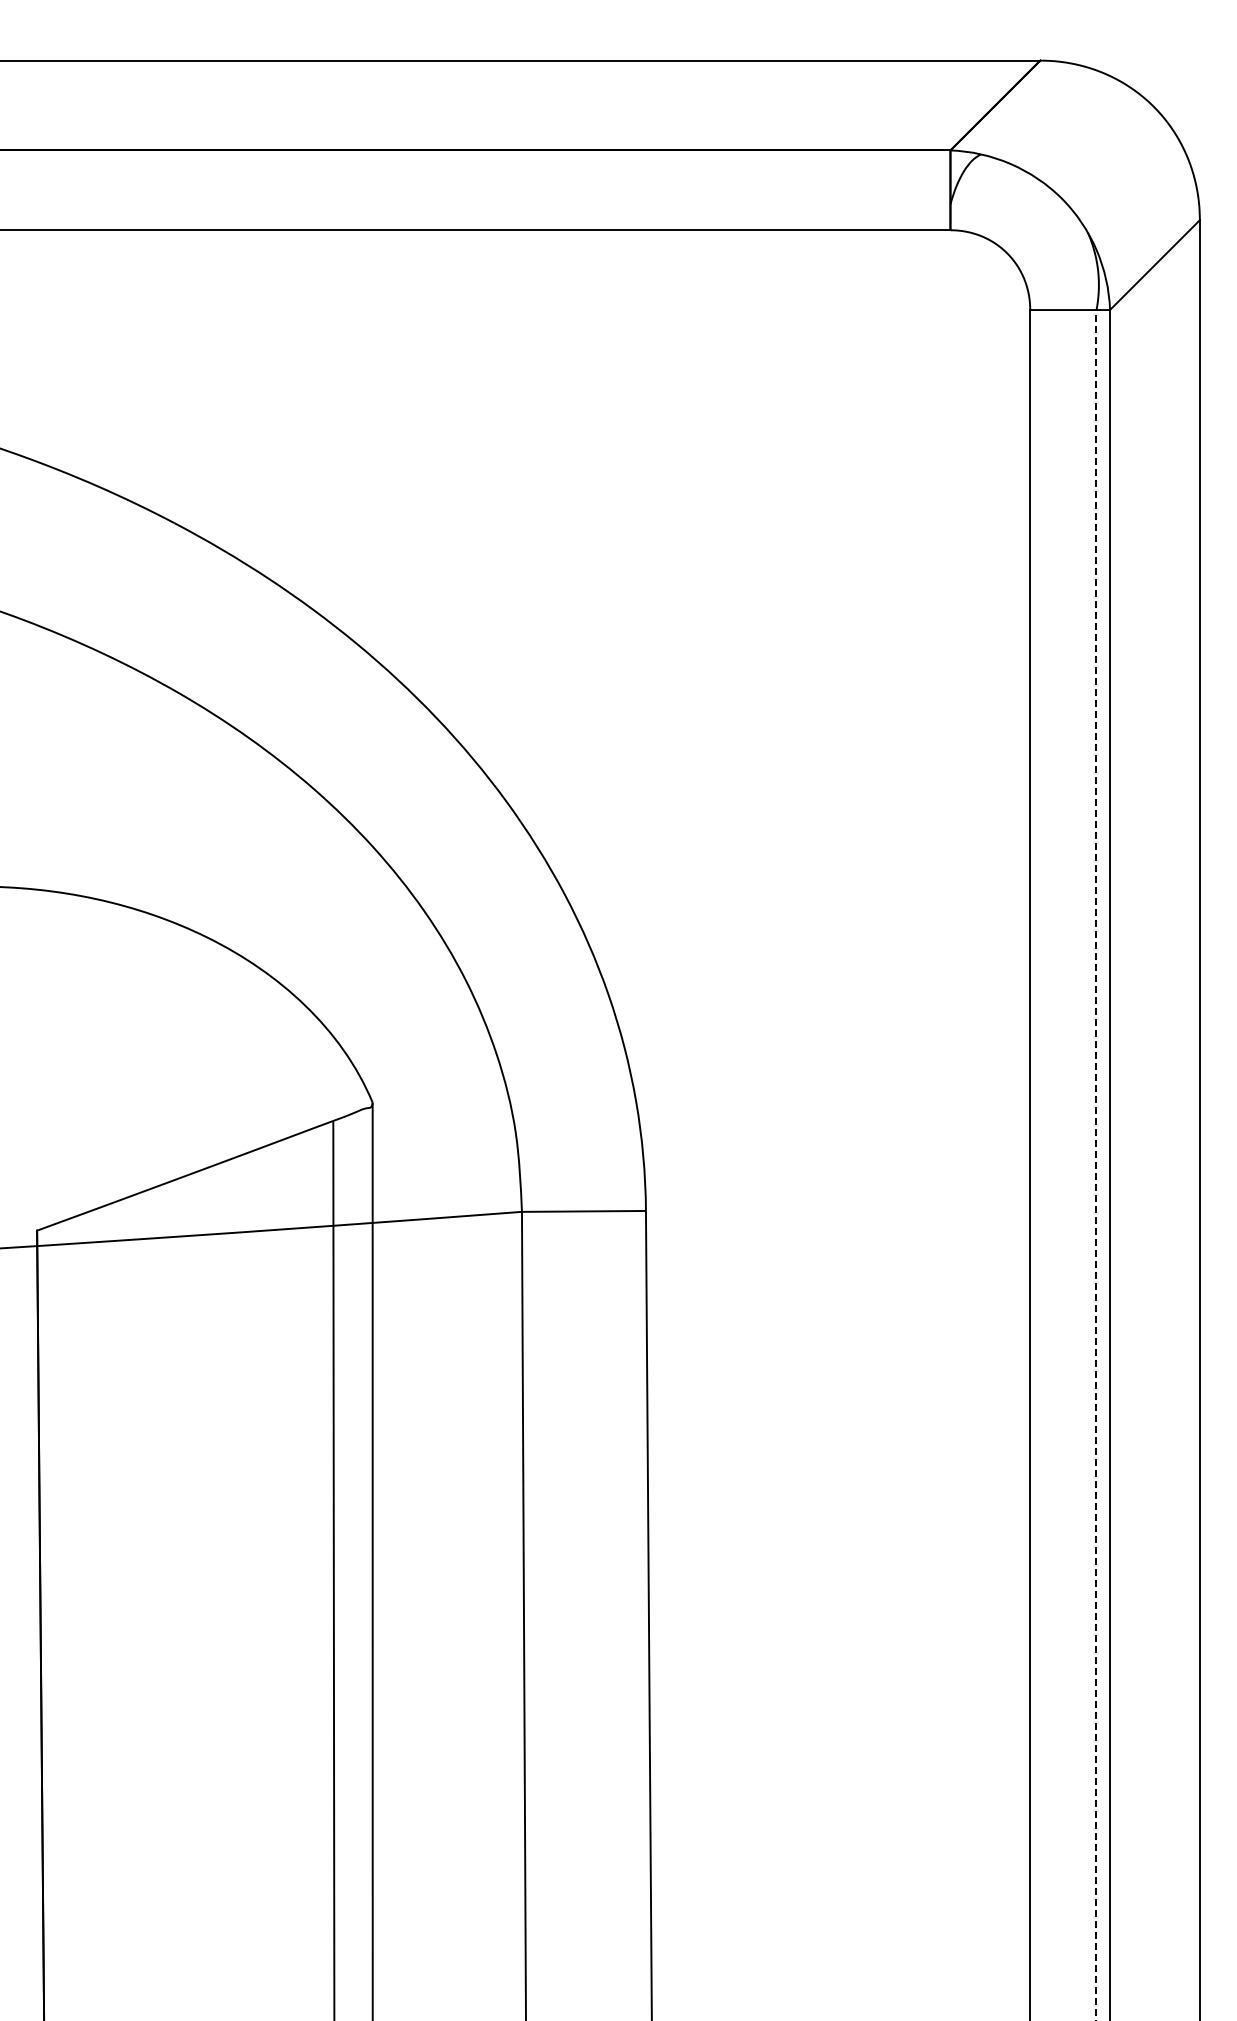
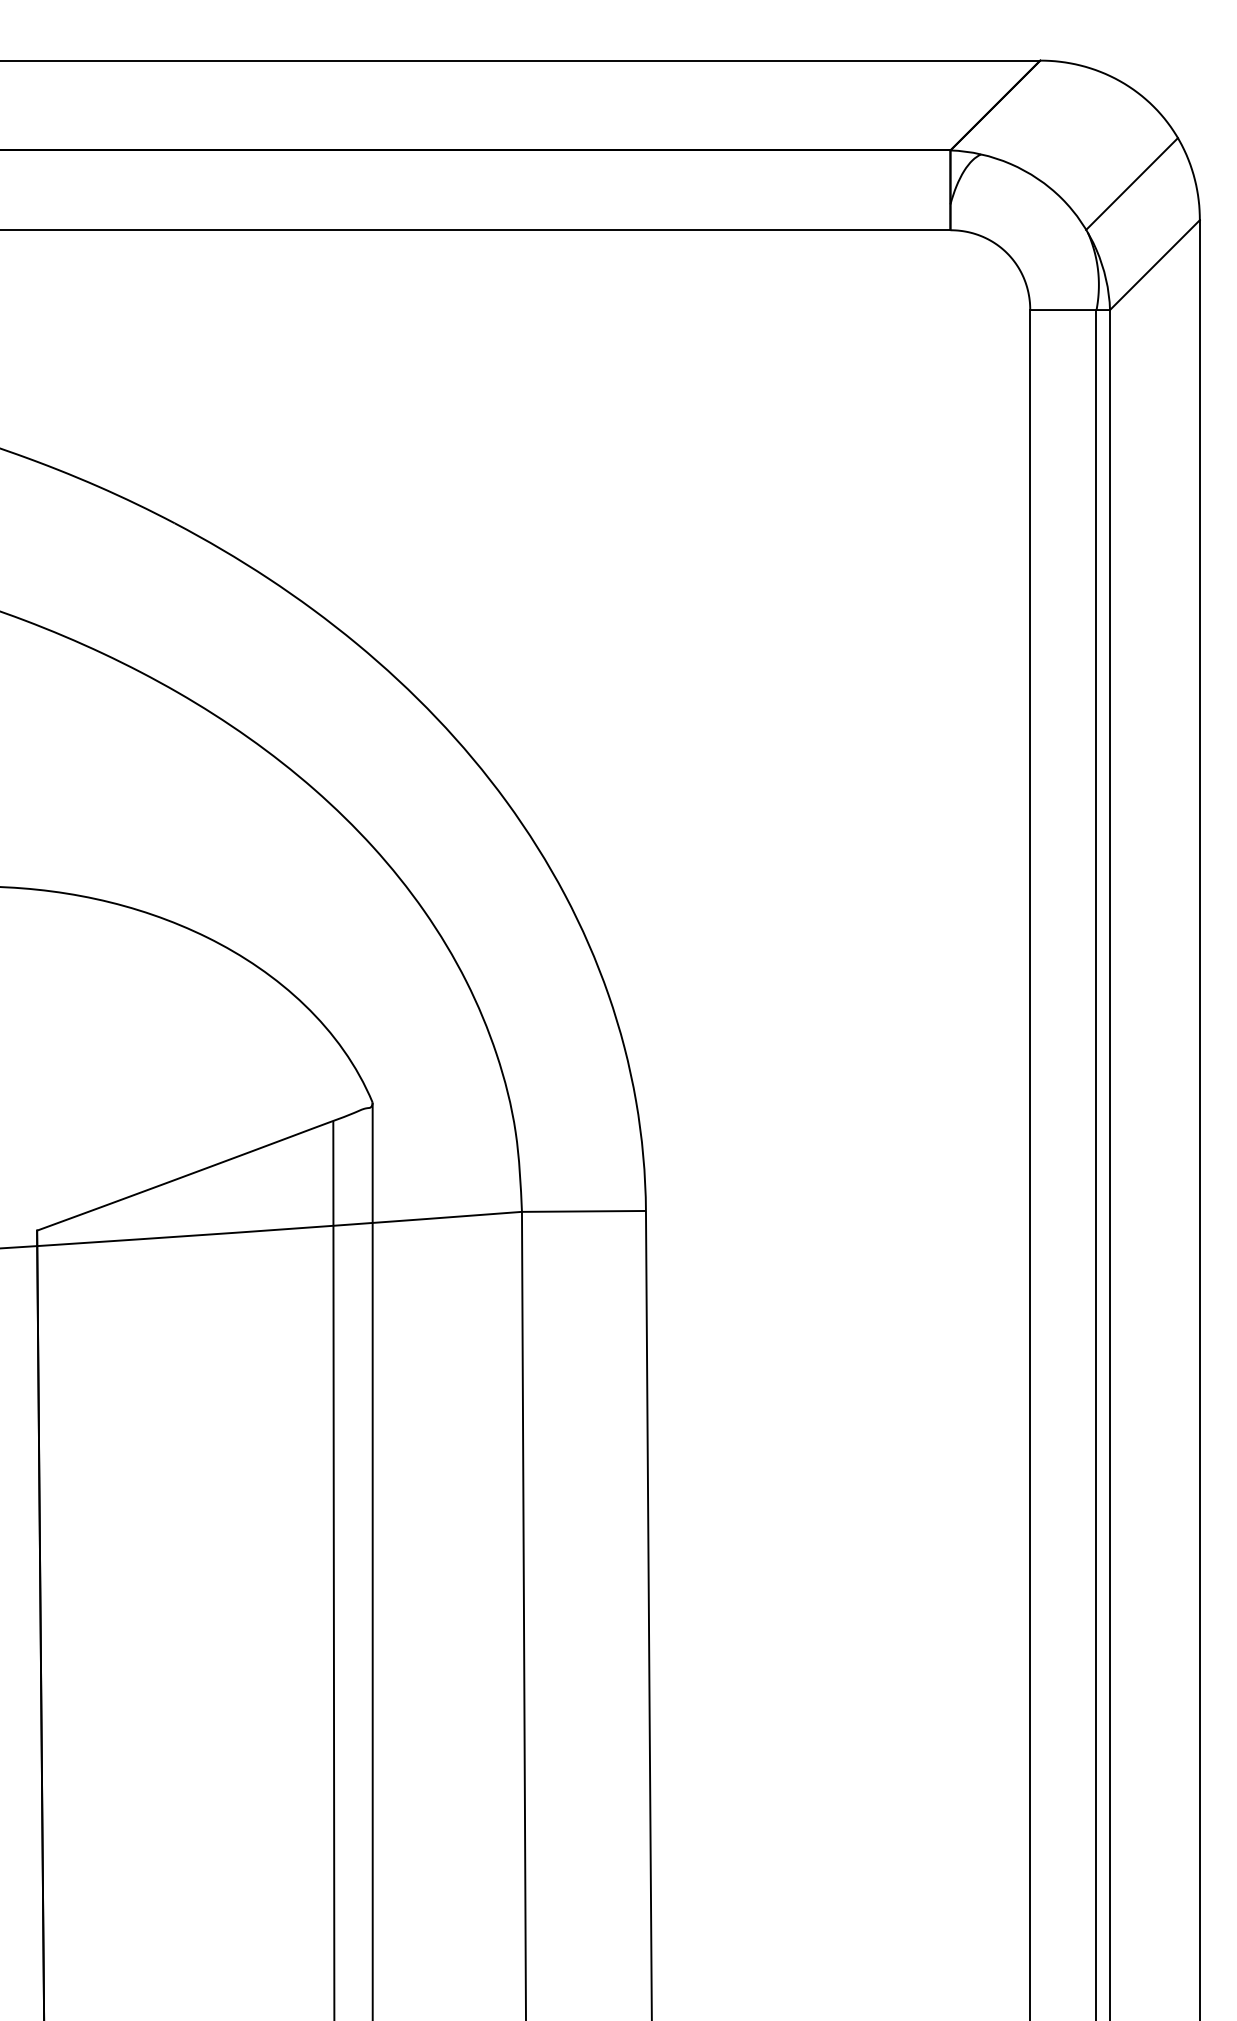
line at (1131, 183): none -> present
line at (1095, 1165): dashed -> solid
